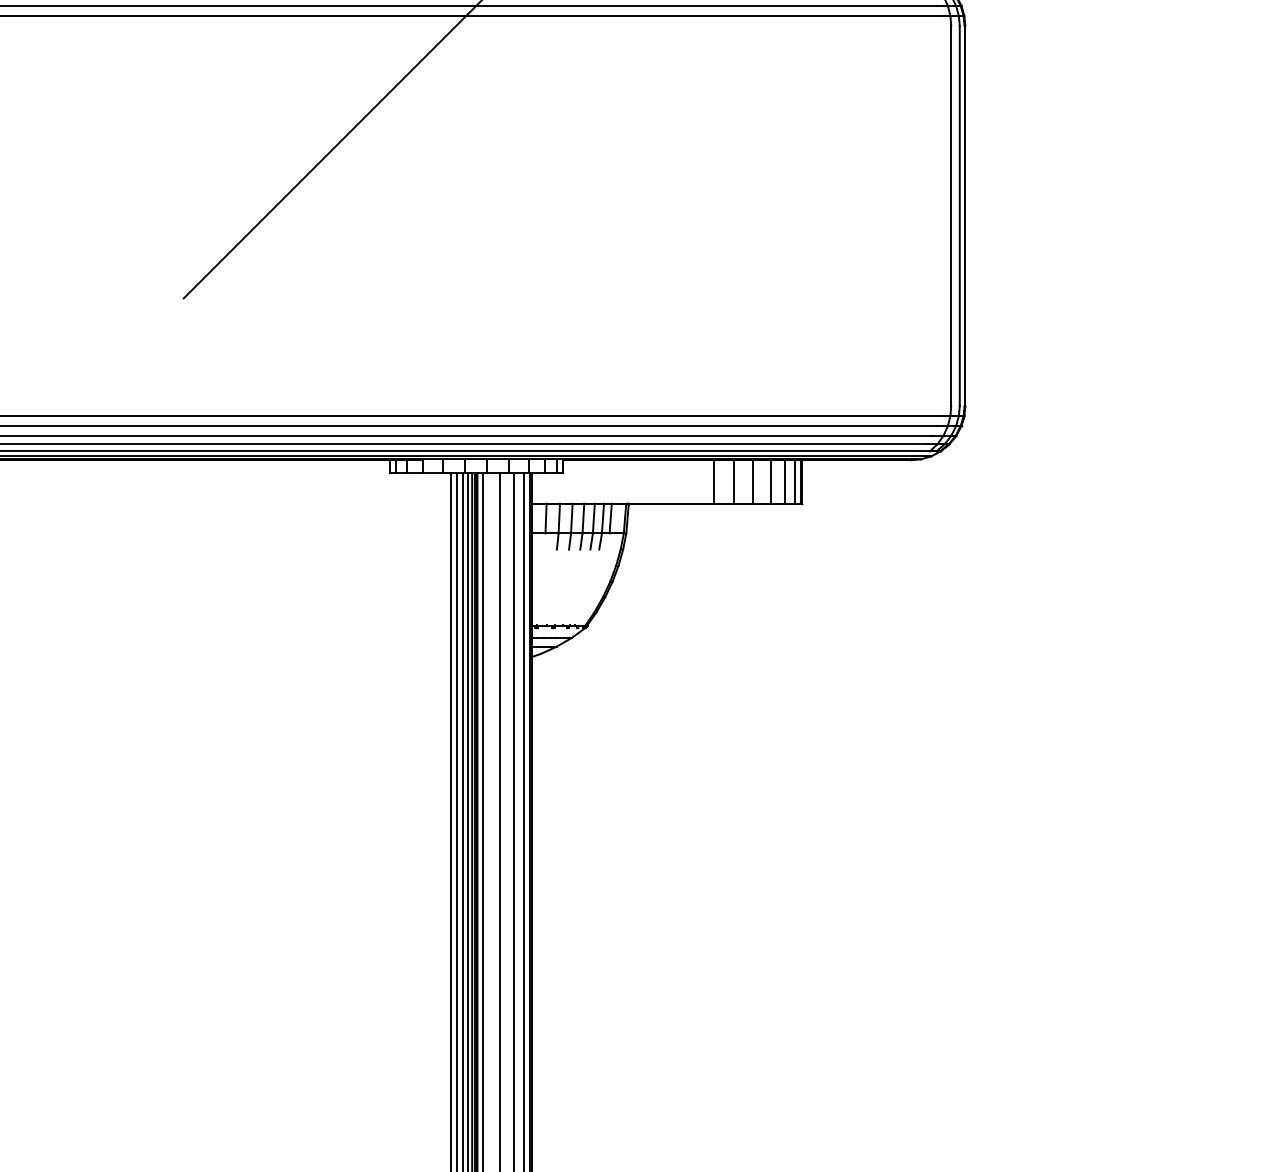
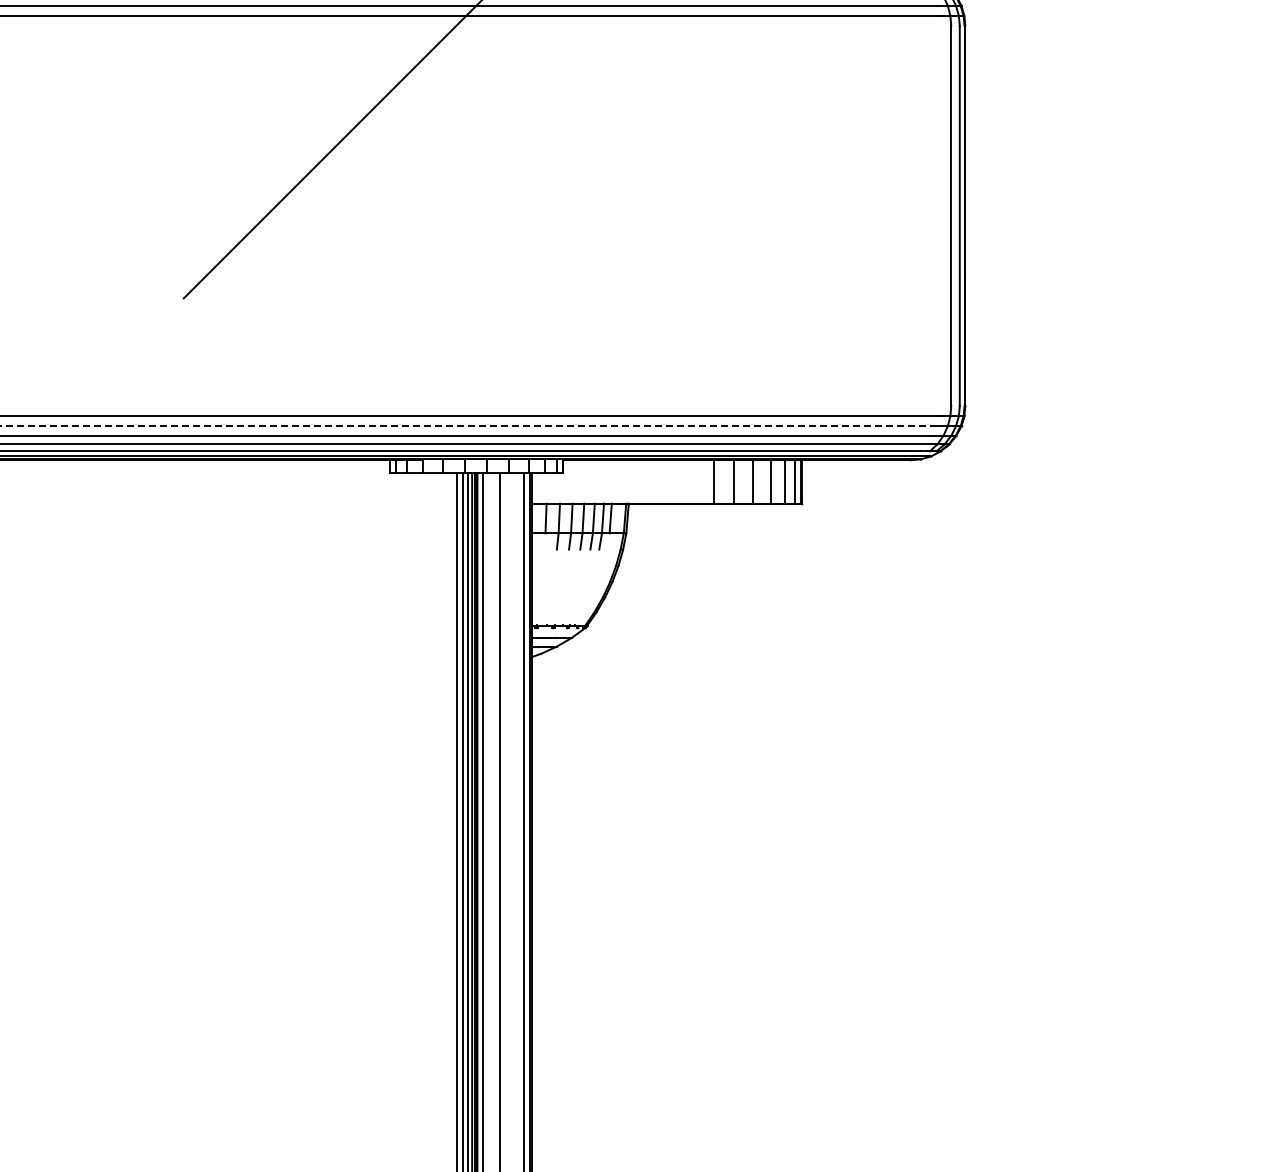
line at (468, 425): solid -> dashed
line at (450, 820): present -> none
line at (514, 820): present -> none
